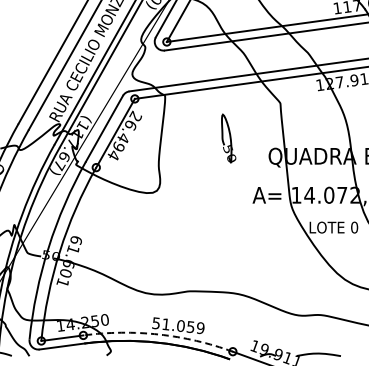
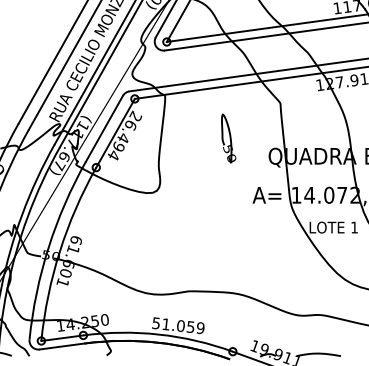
text at (354, 227): 0 -> 1
arc at (159, 334): dashed -> solid
